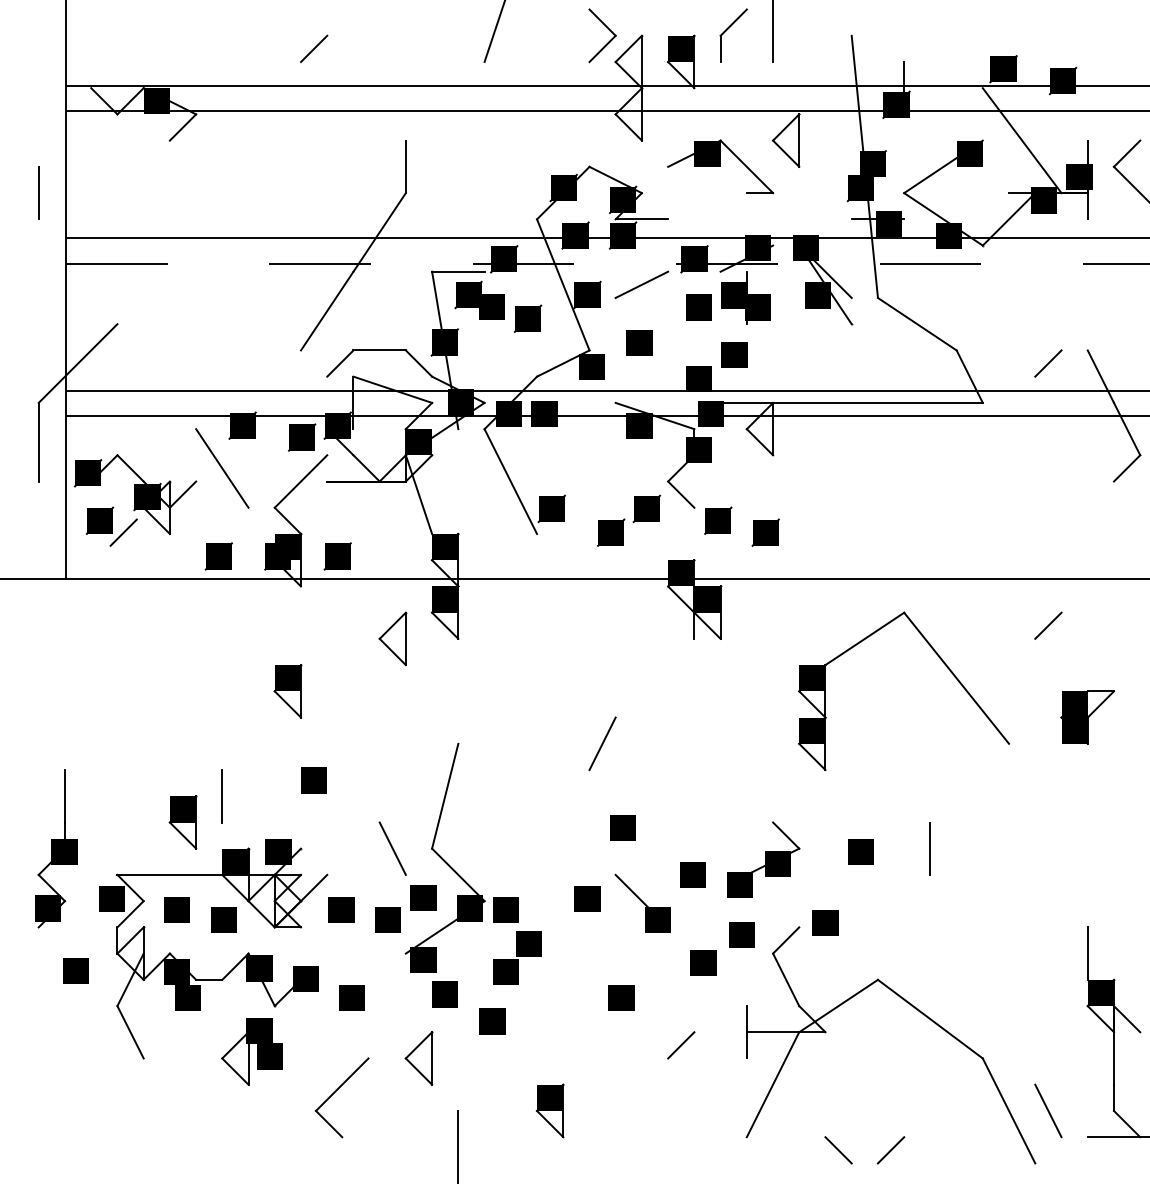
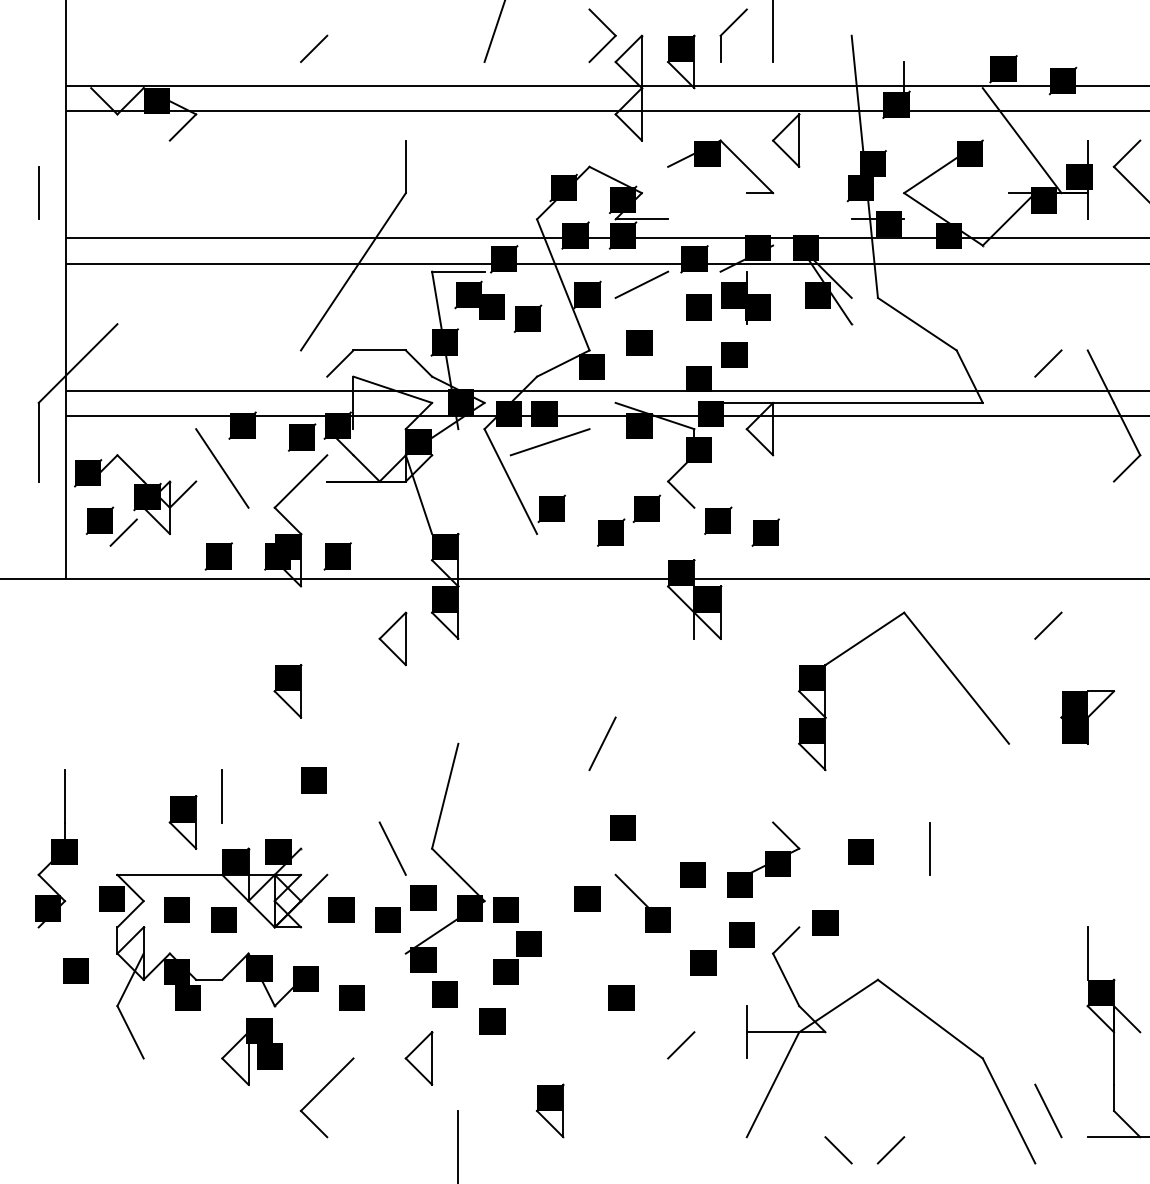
line at (607, 263): dashed -> solid
line at (549, 442): none -> present
part at (336, 1091) position: (336, 1091) -> (321, 1091)
